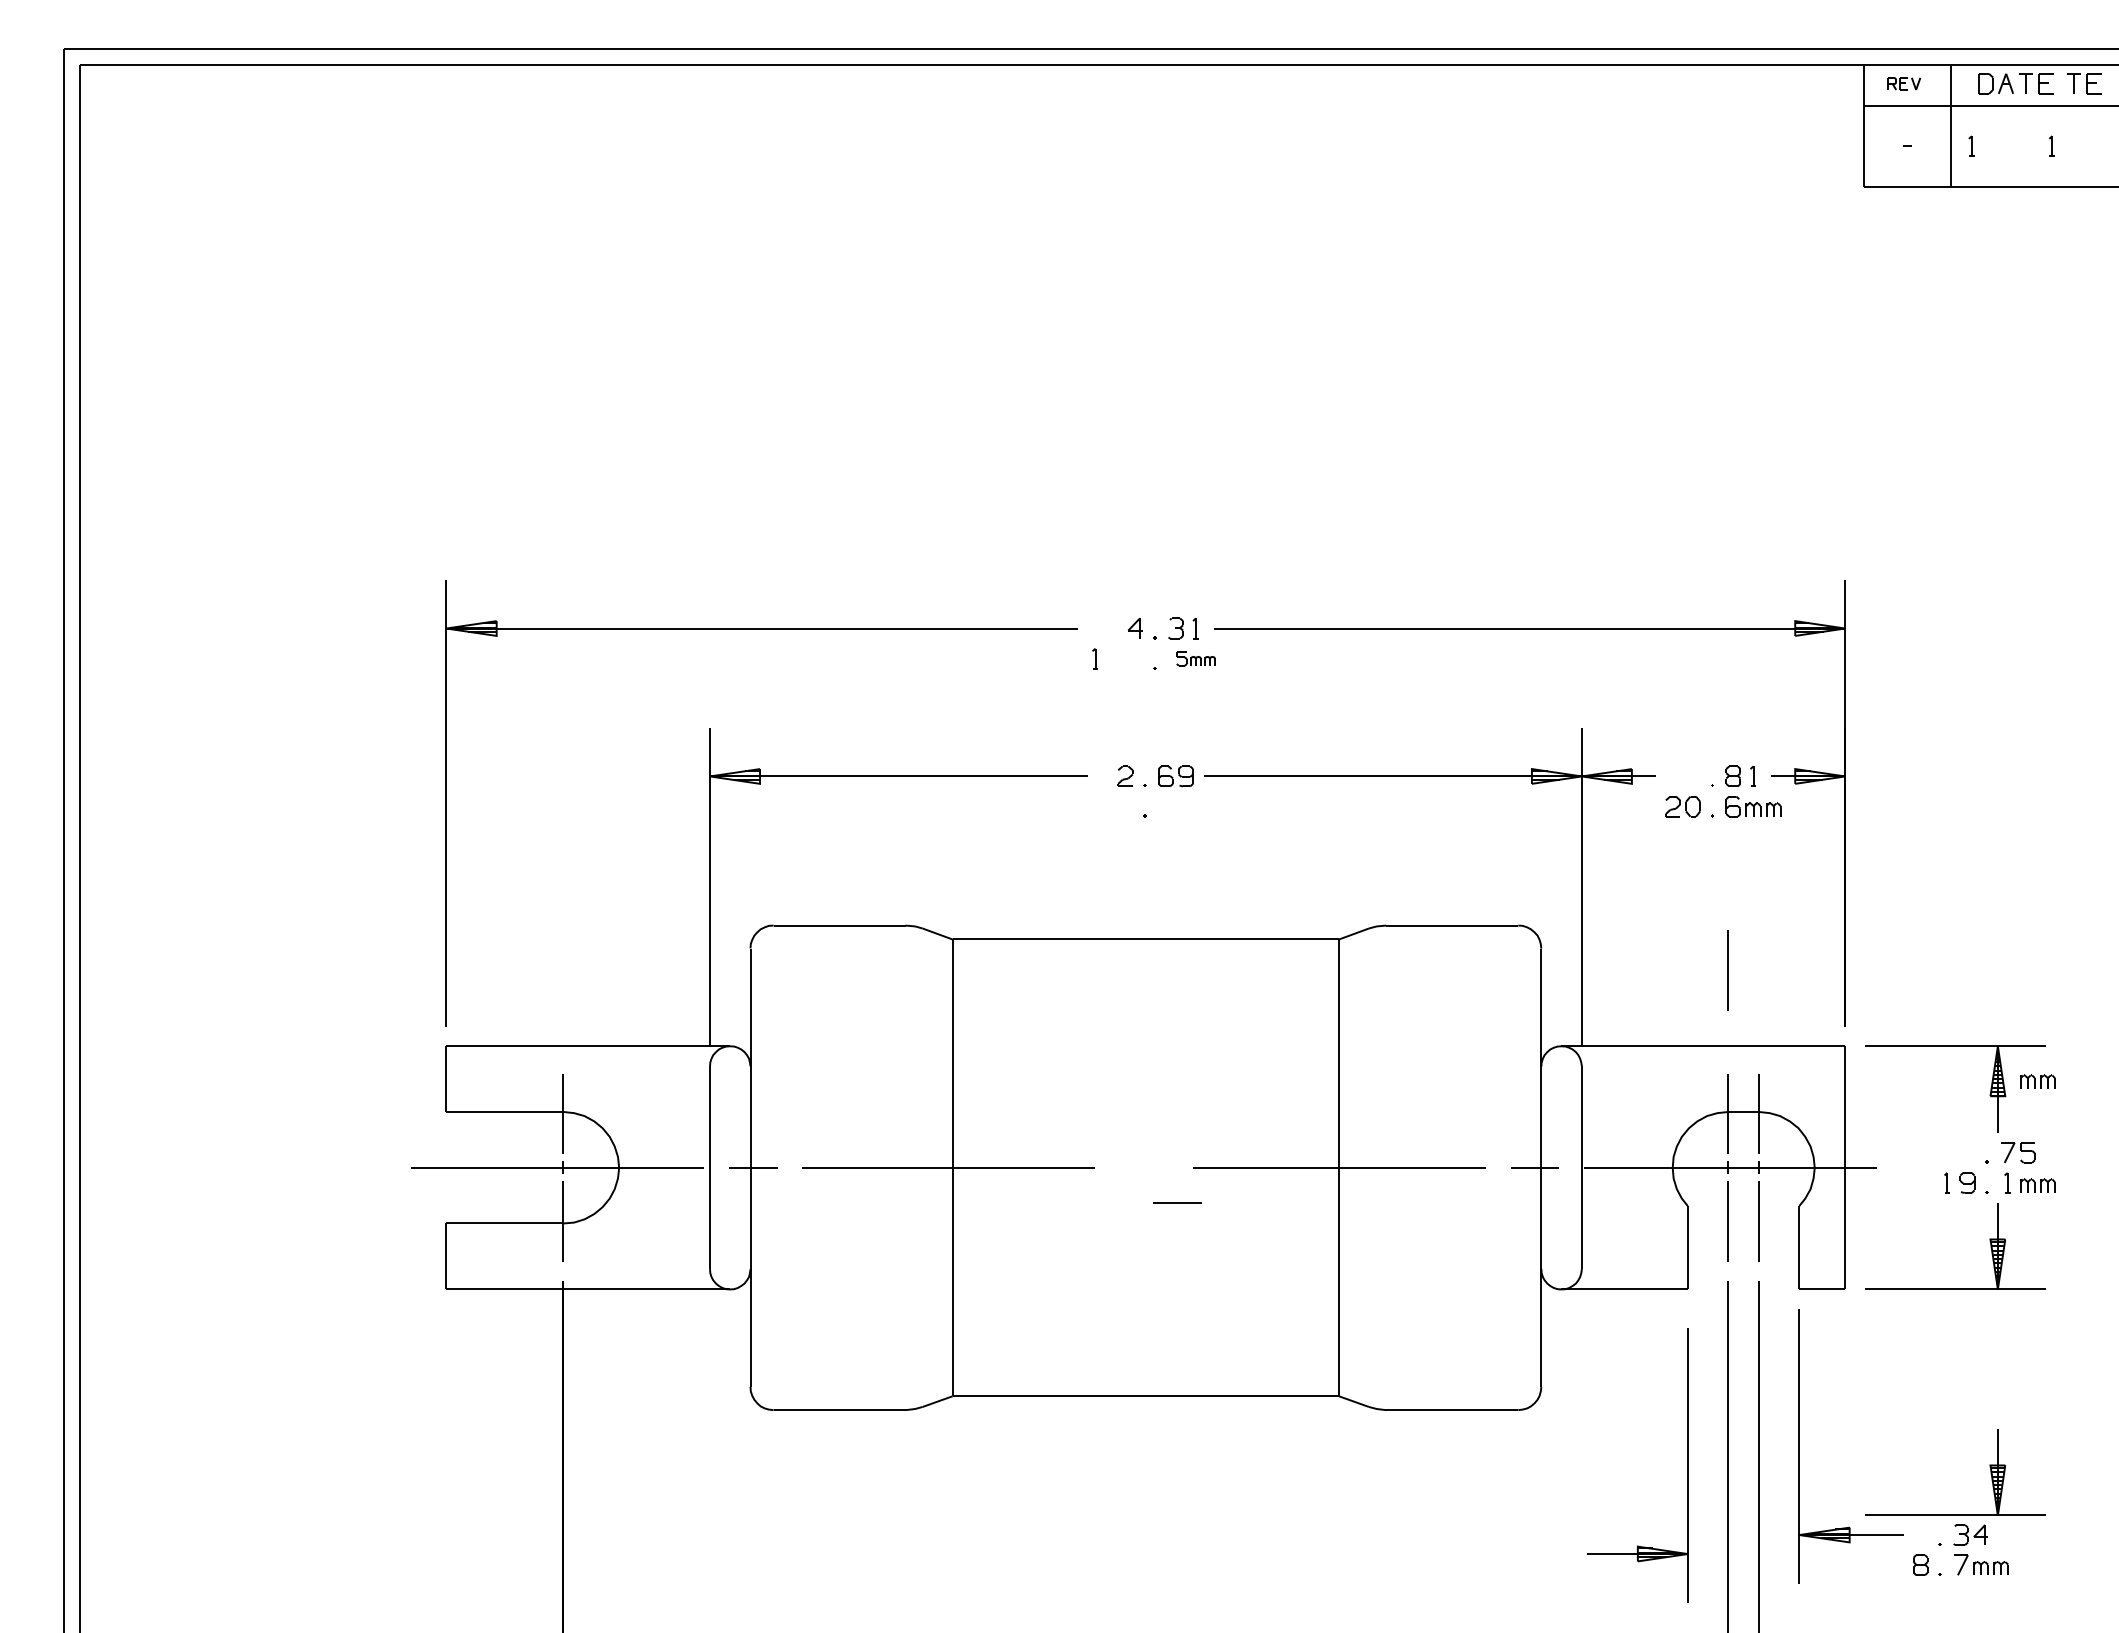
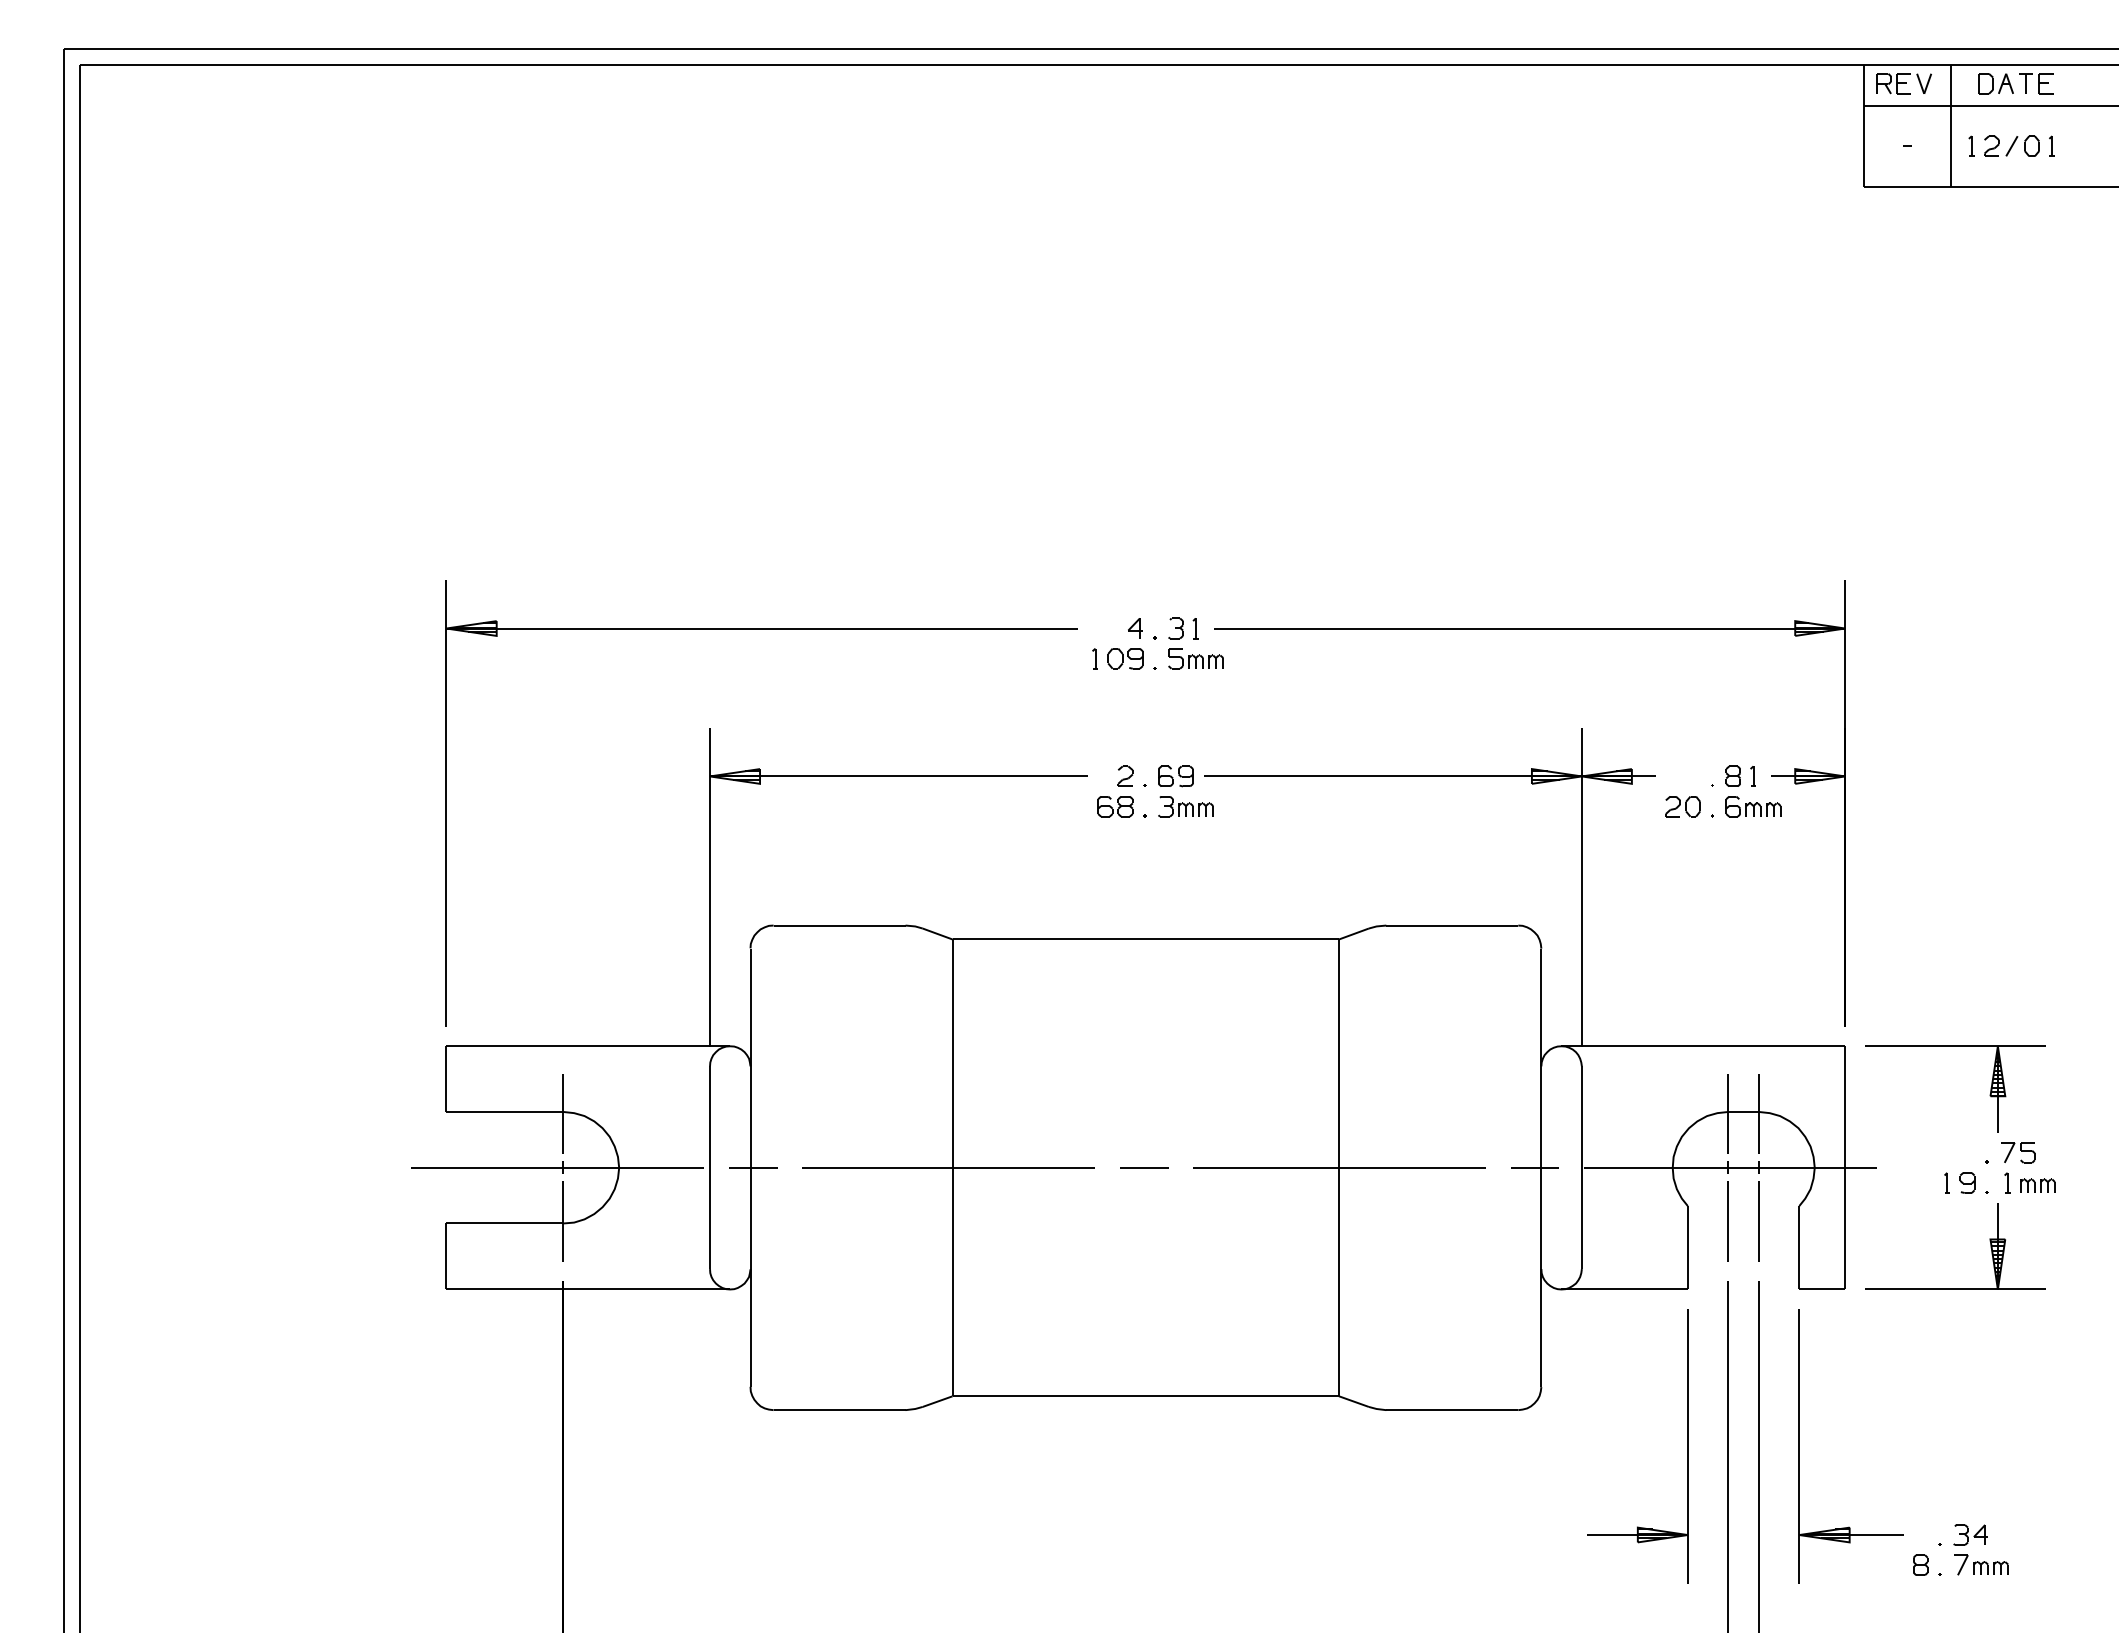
part at (1904, 83) size: 35x14 px -> 56x22 px
part at (2084, 83): present -> none
part at (2011, 145): none -> present
part at (1125, 658): none -> present
part at (1195, 658) size: 40x16 px -> 56x22 px
part at (1115, 806): none -> present
part at (1185, 806): none -> present
line at (1727, 970): present -> none
part at (2037, 1081): present -> none
line at (1177, 1202) position: (1177, 1202) -> (1144, 1167)
part at (1687, 1465) position: (1687, 1465) -> (1687, 1446)
part at (1989, 1467): present -> none
